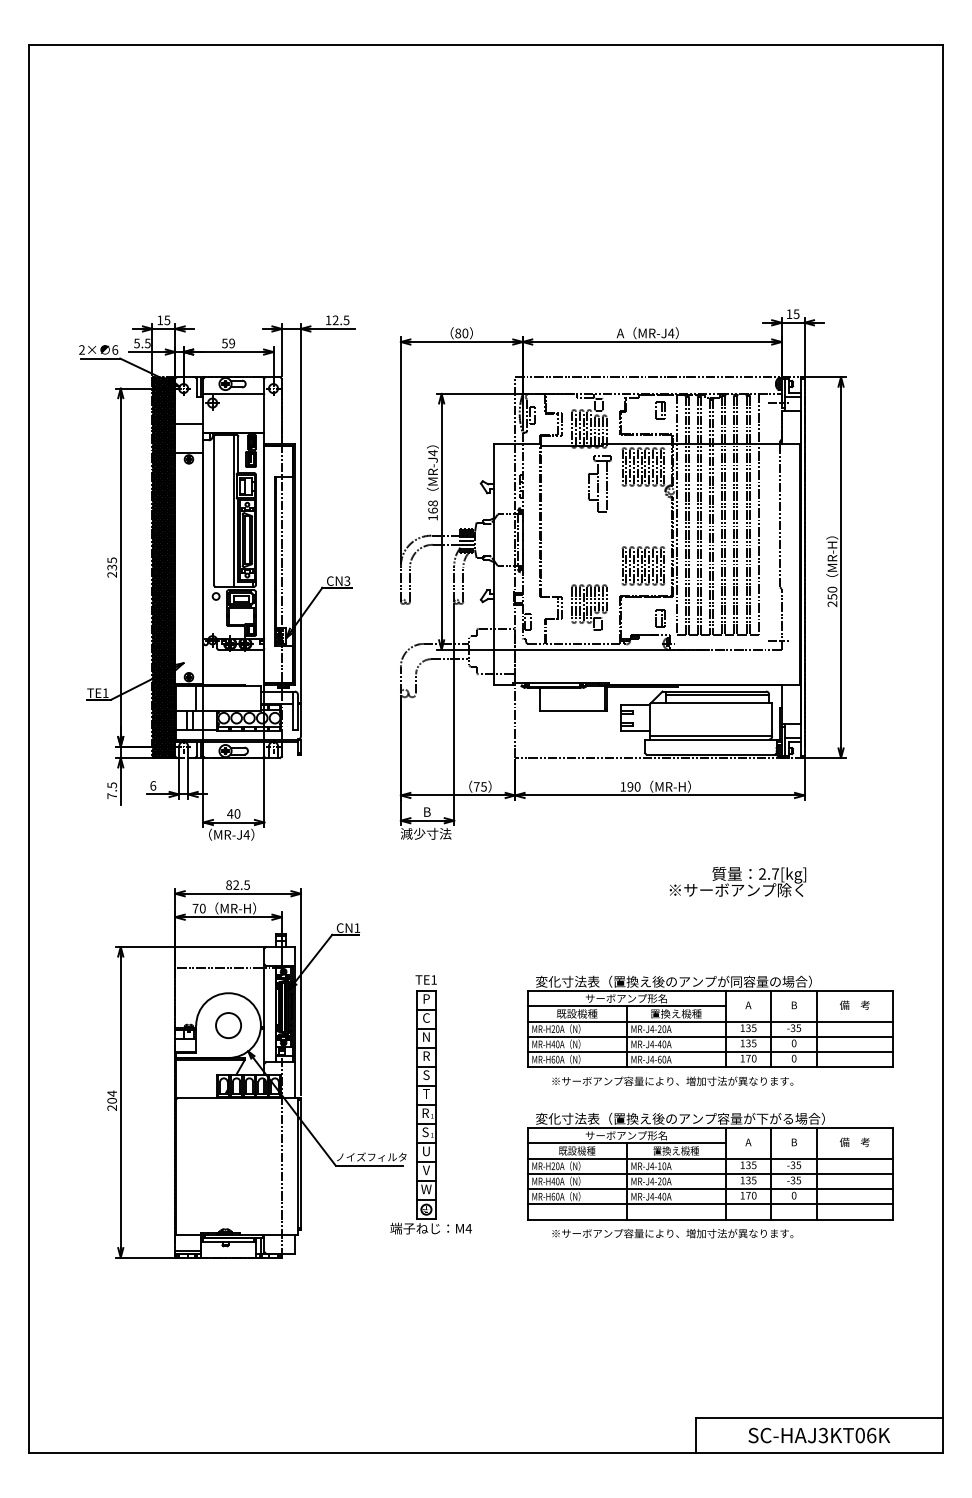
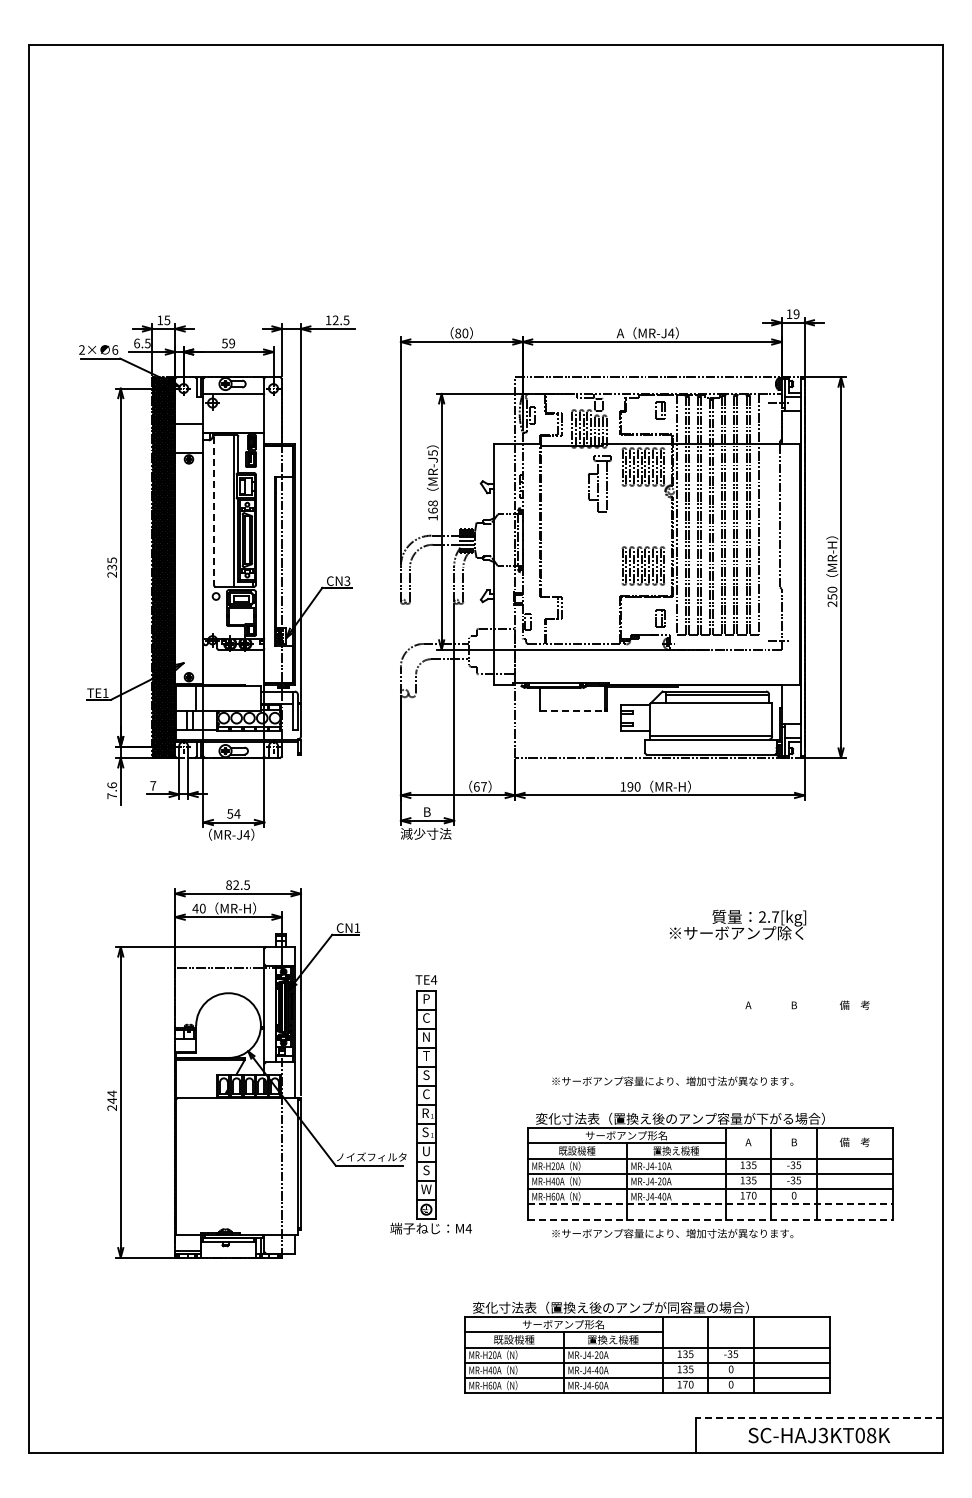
text at (796, 313): 15 -> 19
text at (136, 343): 5.5 -> 6.5
text at (432, 452): MR-J4 -> MR-J5
line at (213, 511): solid -> dashed
part at (589, 607): present -> none
line at (572, 710): solid -> dashed
text at (111, 785): 7.5 -> 7.6
text at (153, 785): 6 -> 7
text at (479, 786): 75 -> 67
text at (233, 813): 40 -> 54
text at (737, 881) position: (737, 881) -> (737, 924)
text at (195, 908): 70 -> 40
text at (433, 979): TE1 -> TE4
part at (710, 1021) position: (710, 1021) -> (647, 1347)
circle at (228, 1025): present -> none
text at (426, 1055): R -> T
text at (426, 1094): T -> C
text at (112, 1100): 204 -> 244
text at (426, 1170): V -> S
line at (710, 1204): solid -> dashed
line at (710, 1219): solid -> dashed
line at (819, 1418): solid -> dashed
text at (871, 1435): SC-HAJ3KT06K -> SC-HAJ3KT08K
